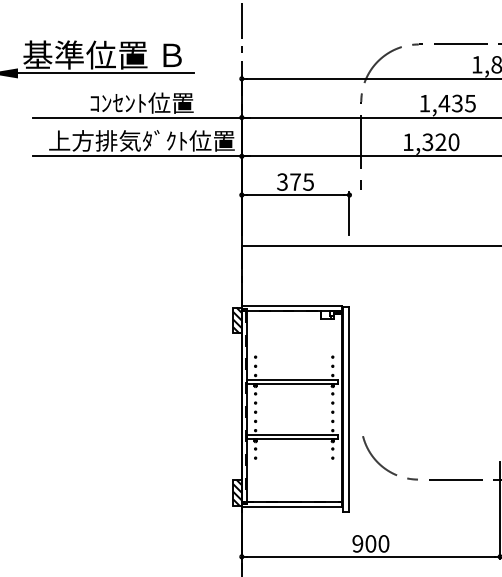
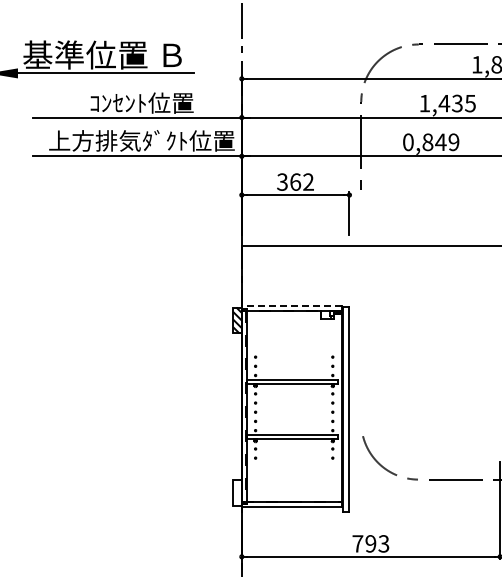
text at (431, 142): 1,320 -> 0,849
text at (301, 181): 375 -> 362
line at (291, 306): solid -> dashed
hatch at (237, 492): present -> none
text at (370, 543): 900 -> 793
